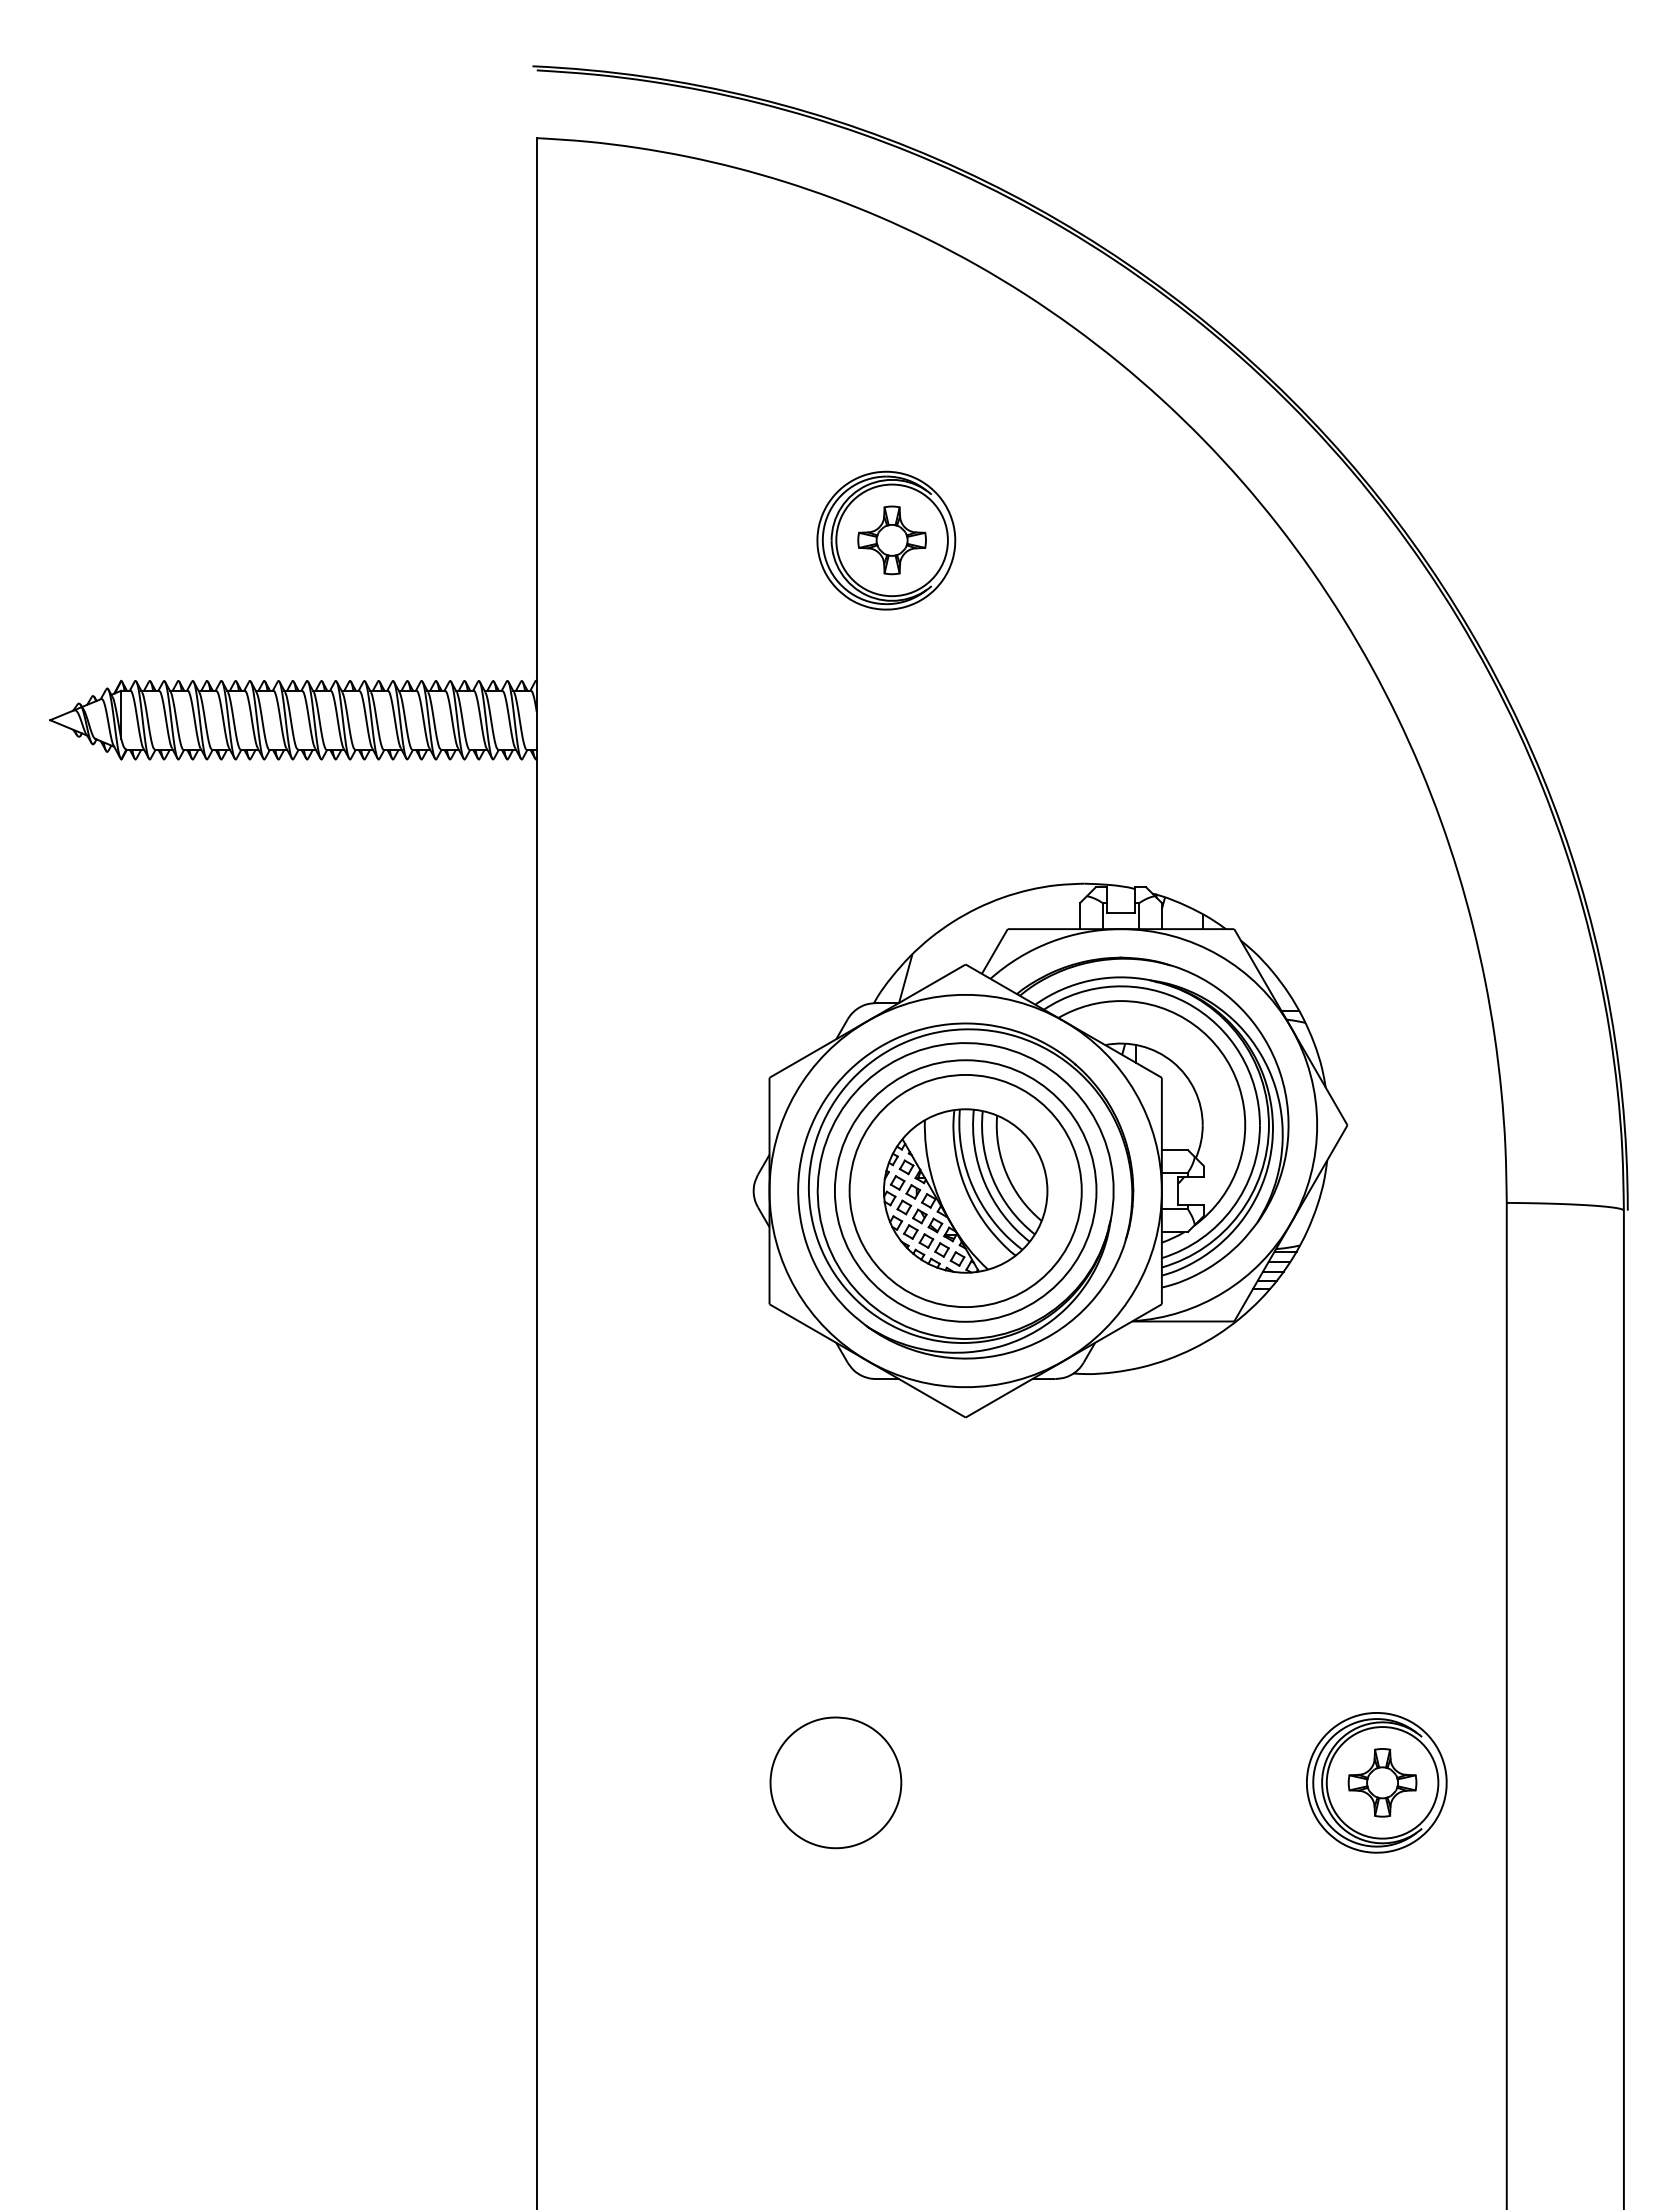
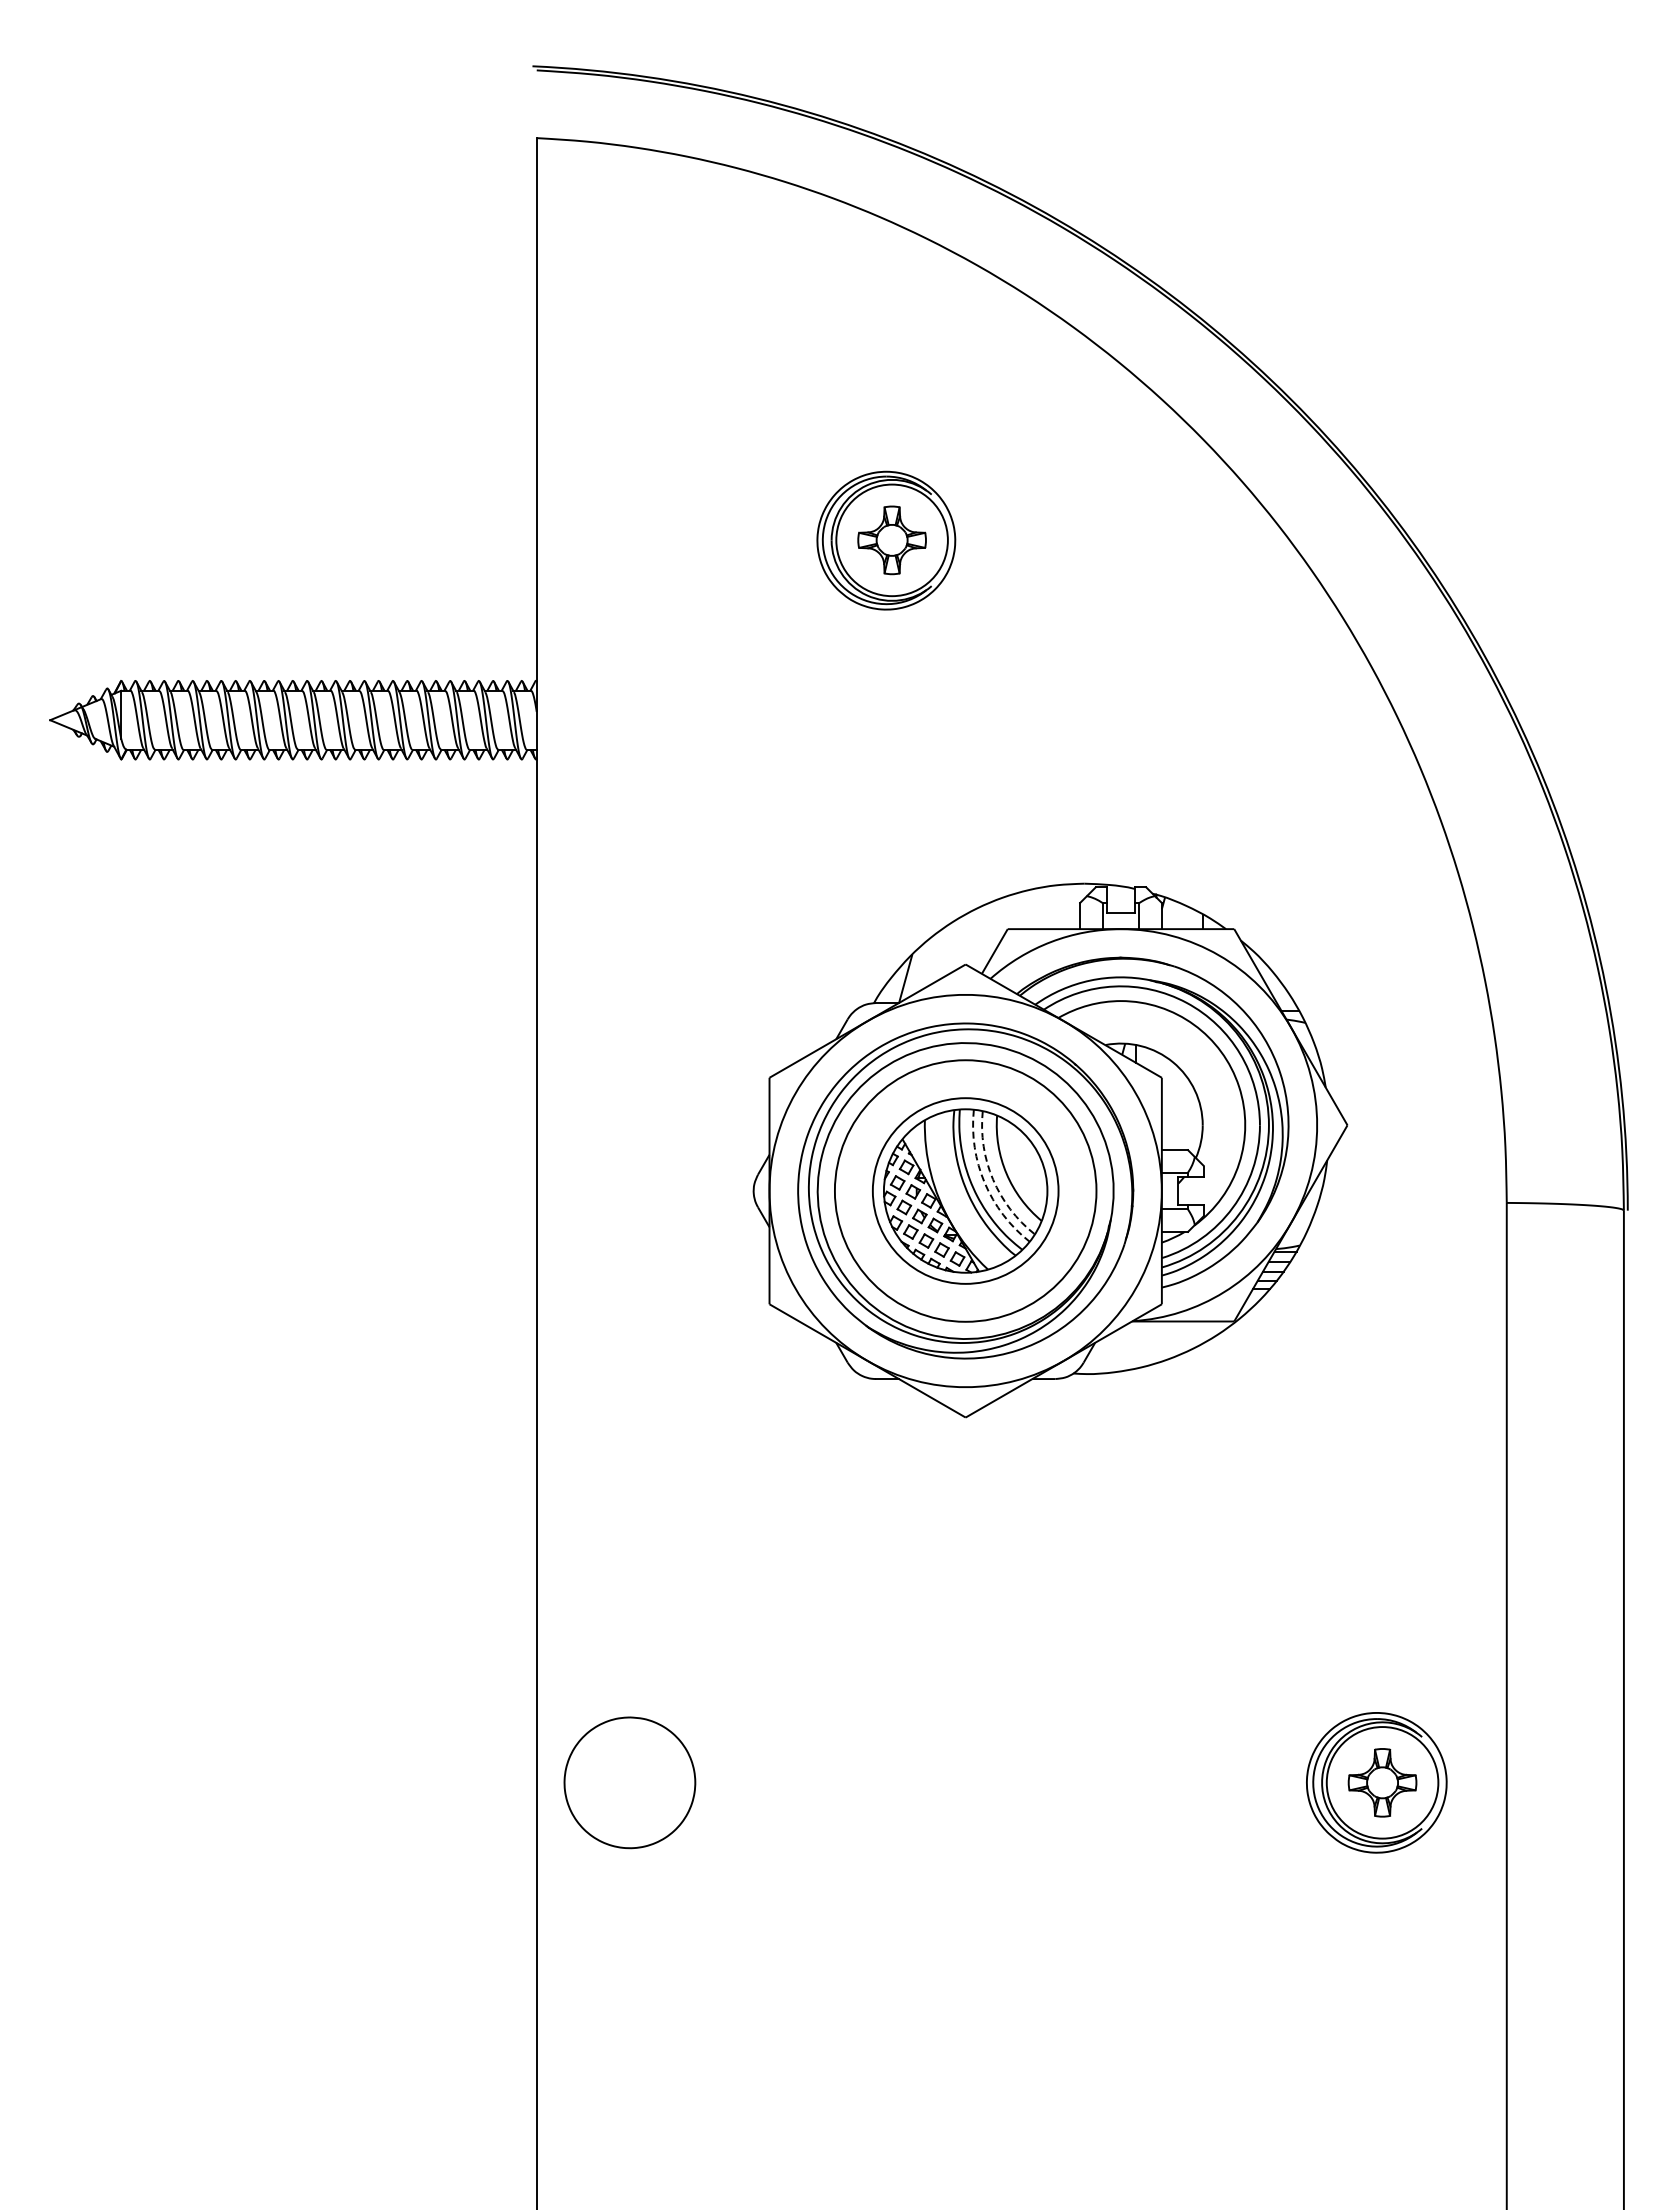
arc at (993, 1179): solid -> dashed
arc at (984, 1182): solid -> dashed
circle at (965, 1190) diameter: 232 px -> 186 px
part at (835, 1782) position: (835, 1782) -> (629, 1782)
